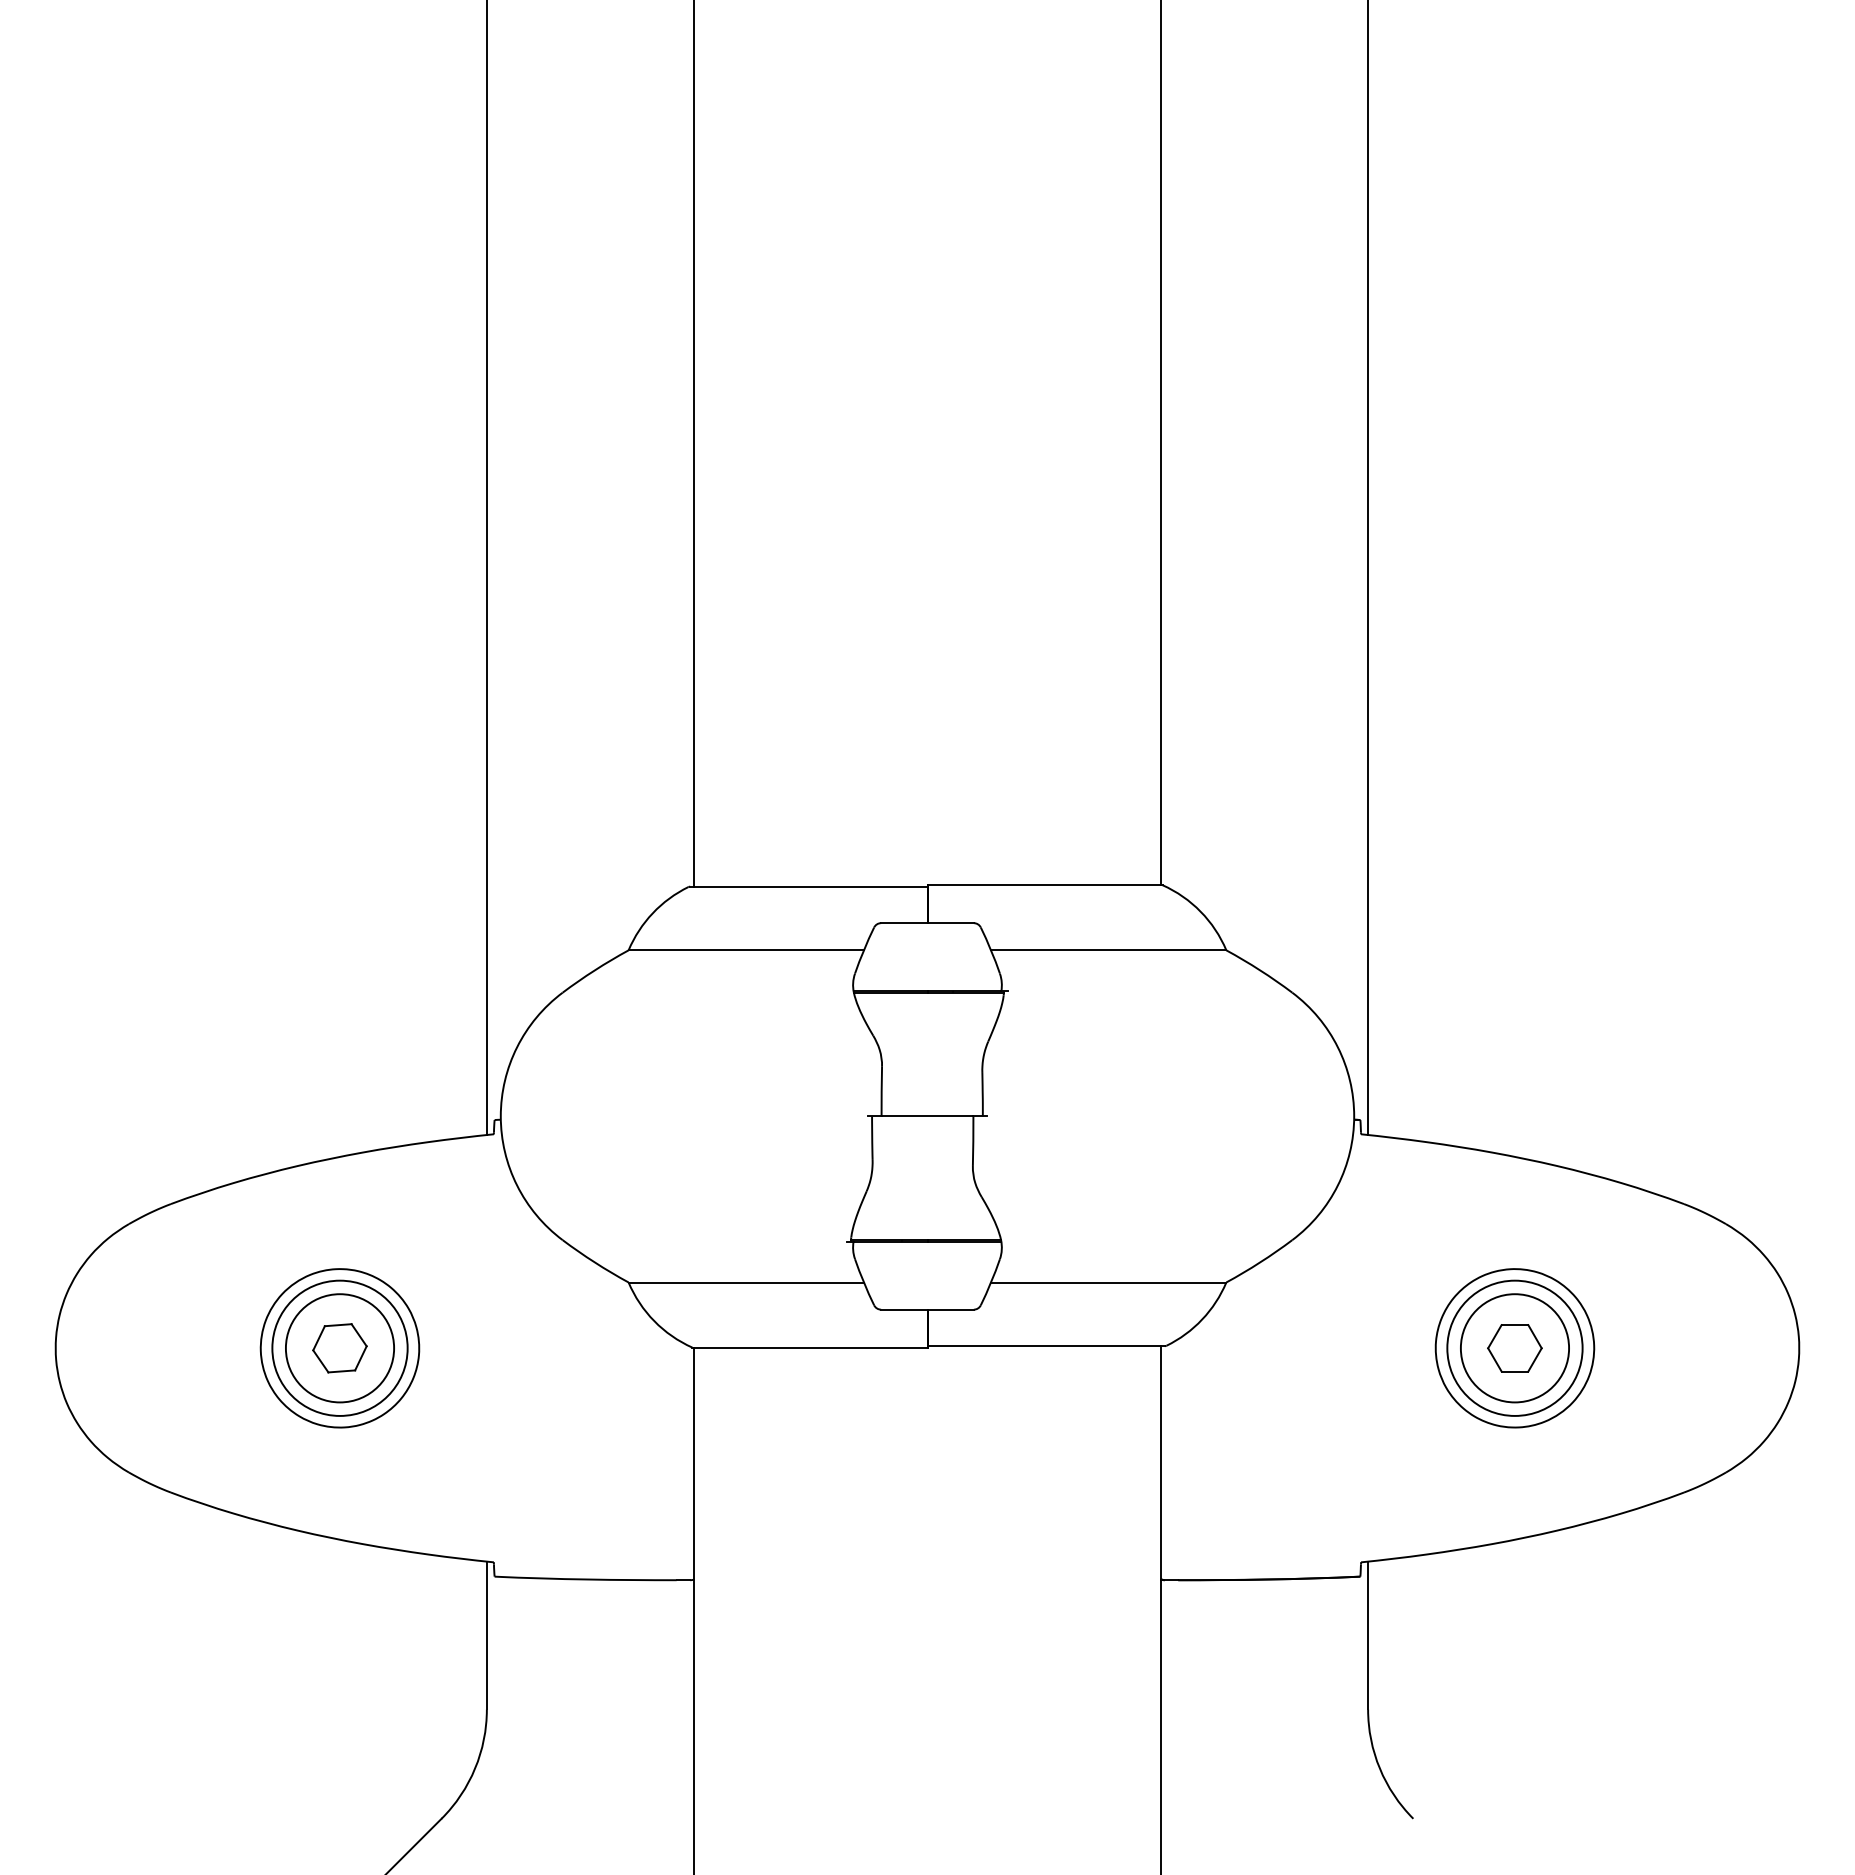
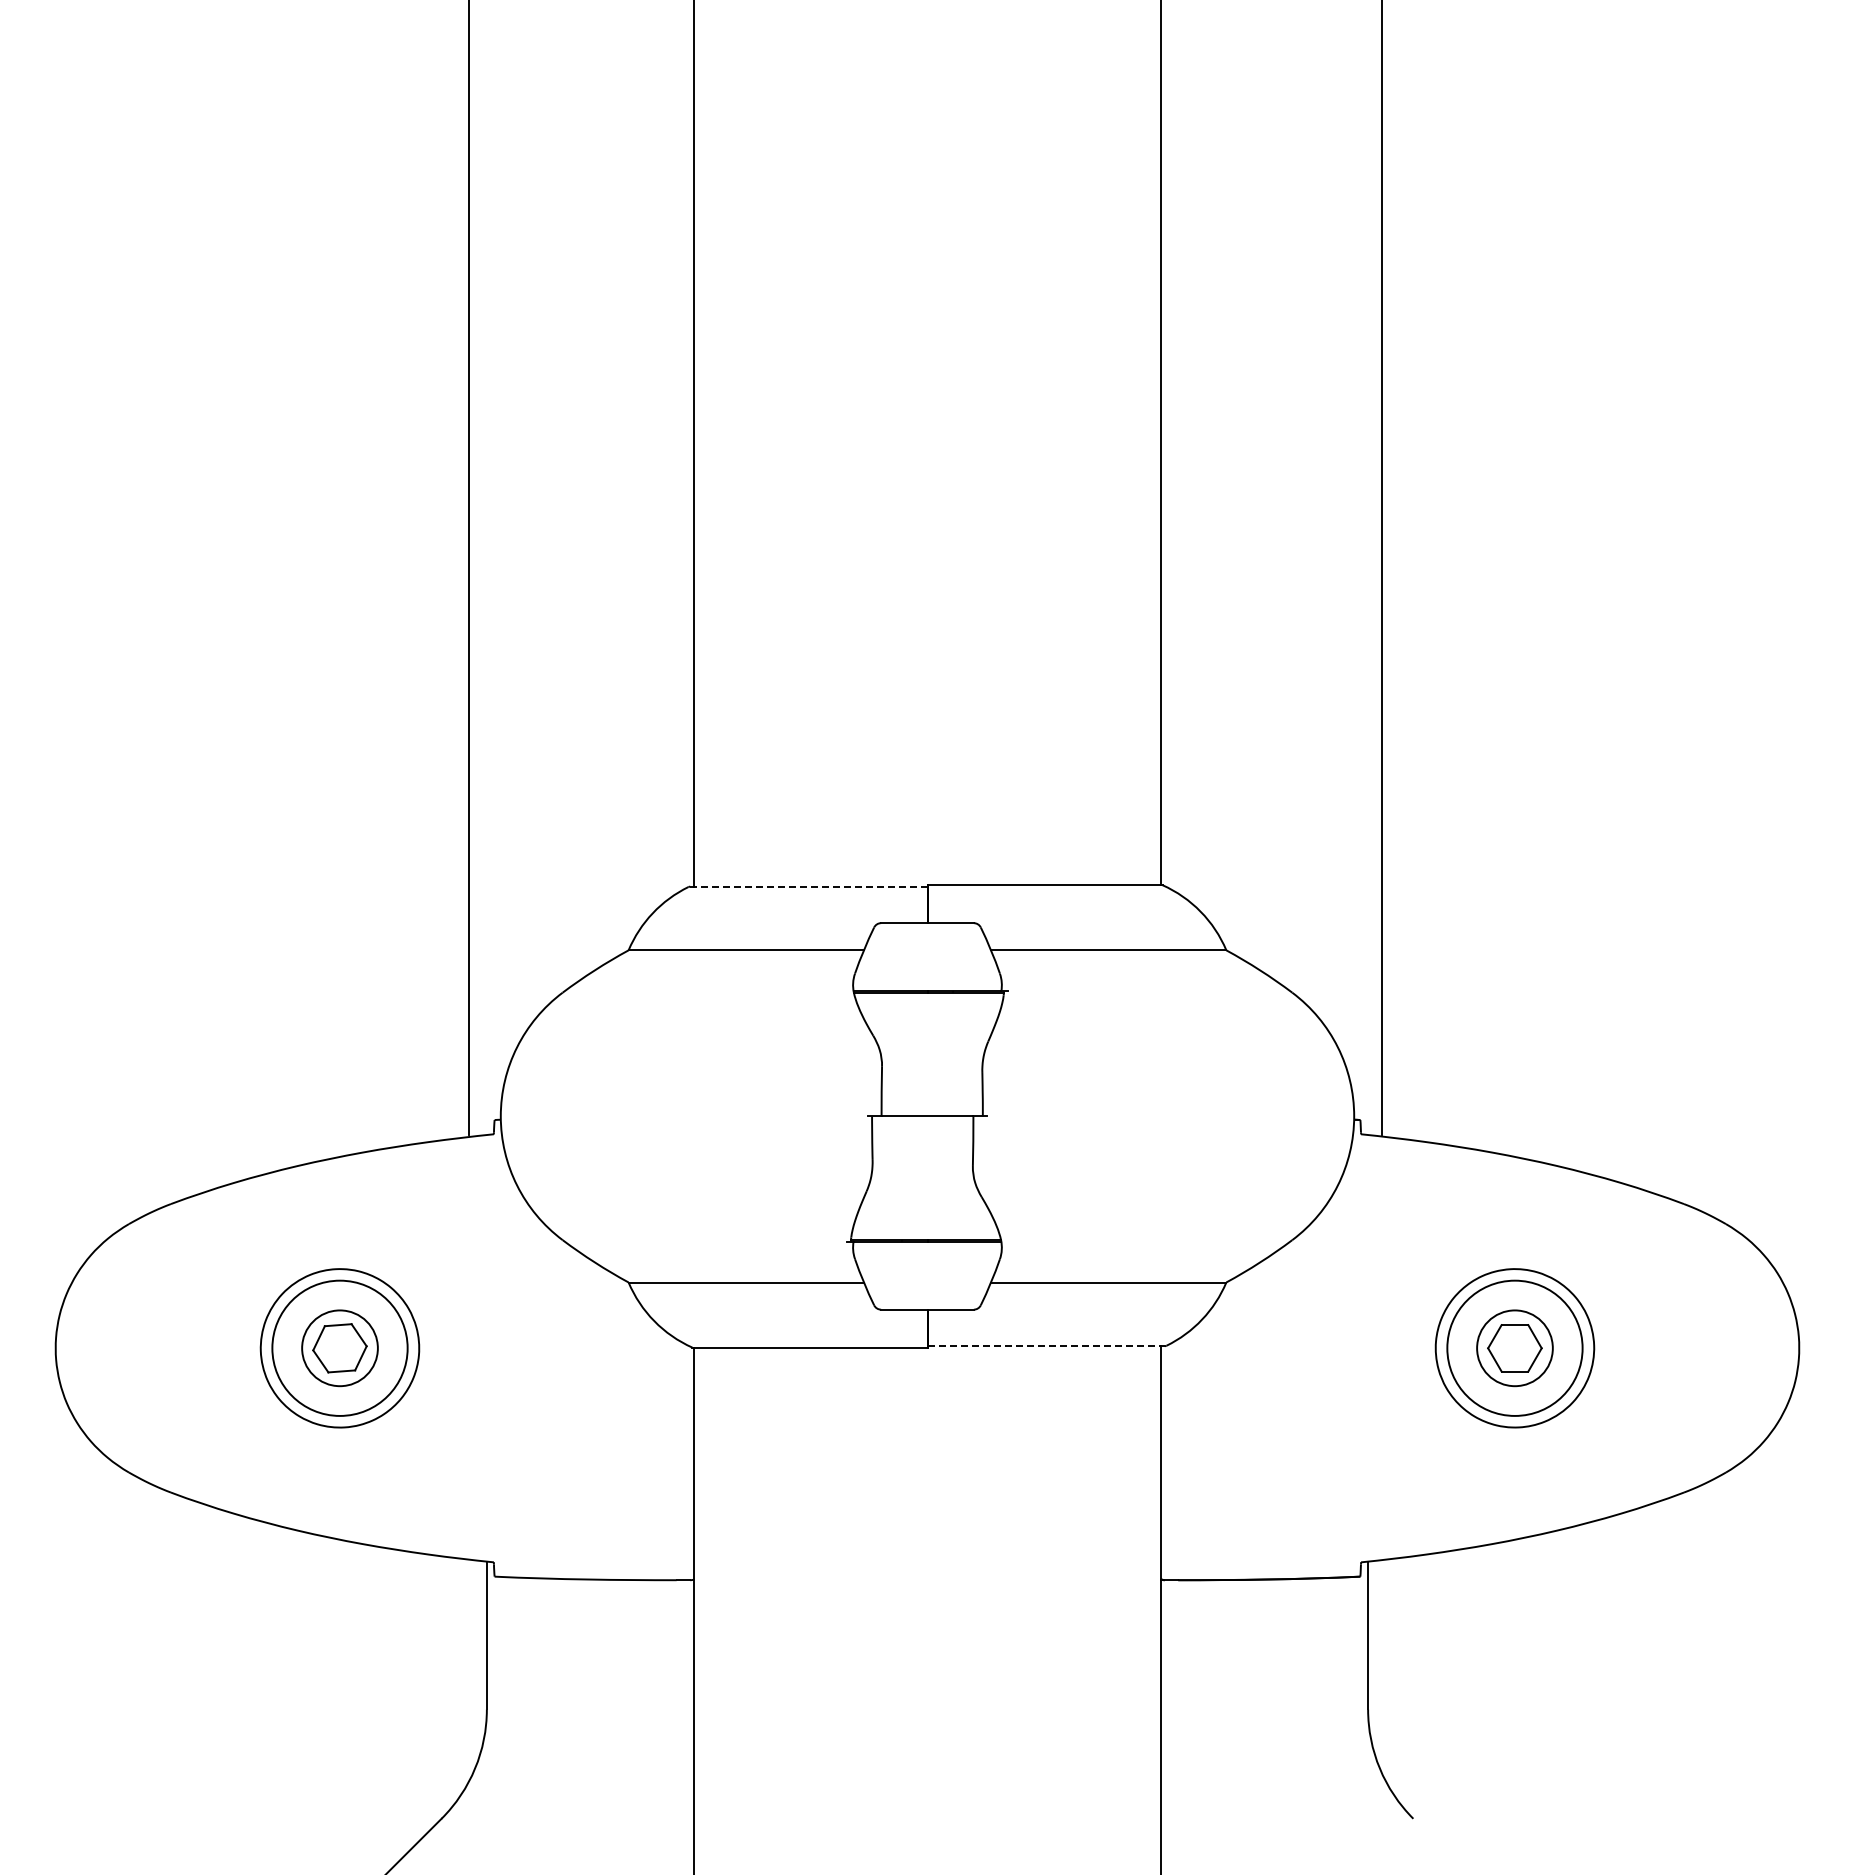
line at (486, 568) position: (486, 568) -> (468, 568)
line at (1368, 568) position: (1368, 568) -> (1382, 568)
line at (808, 886): solid -> dashed
line at (1046, 1346): solid -> dashed
circle at (339, 1348) diameter: 108 px -> 76 px
circle at (1514, 1348) diameter: 108 px -> 76 px
